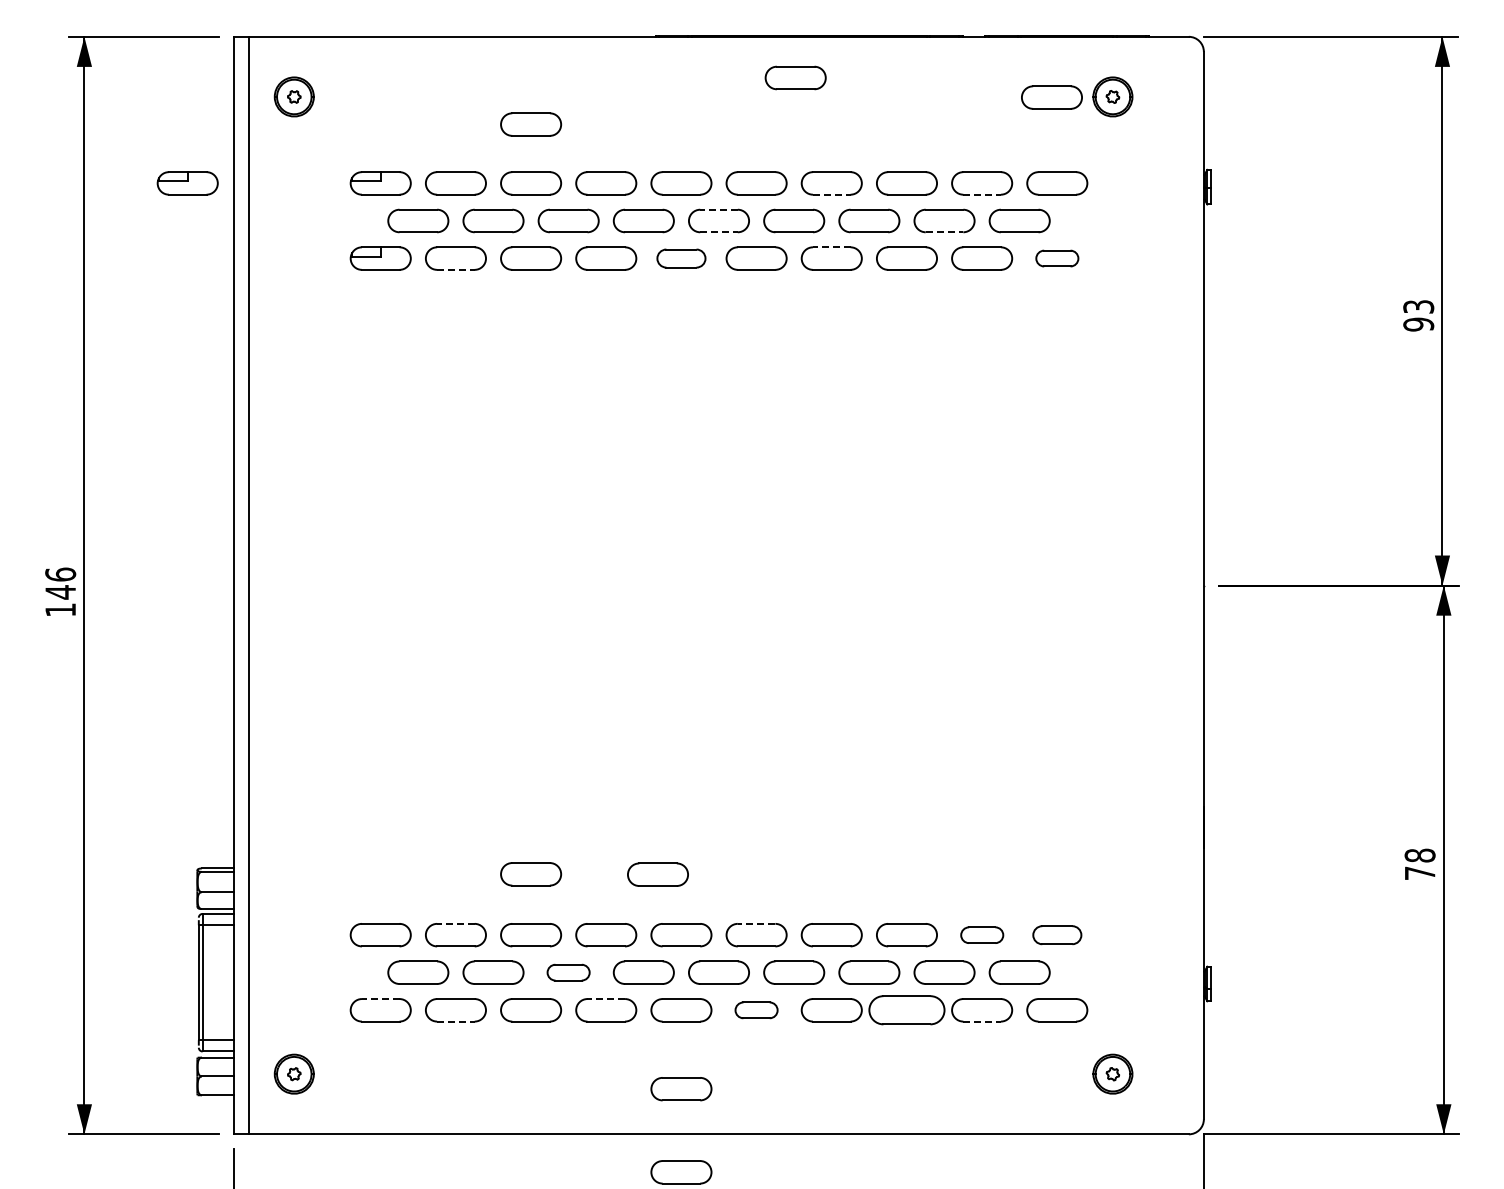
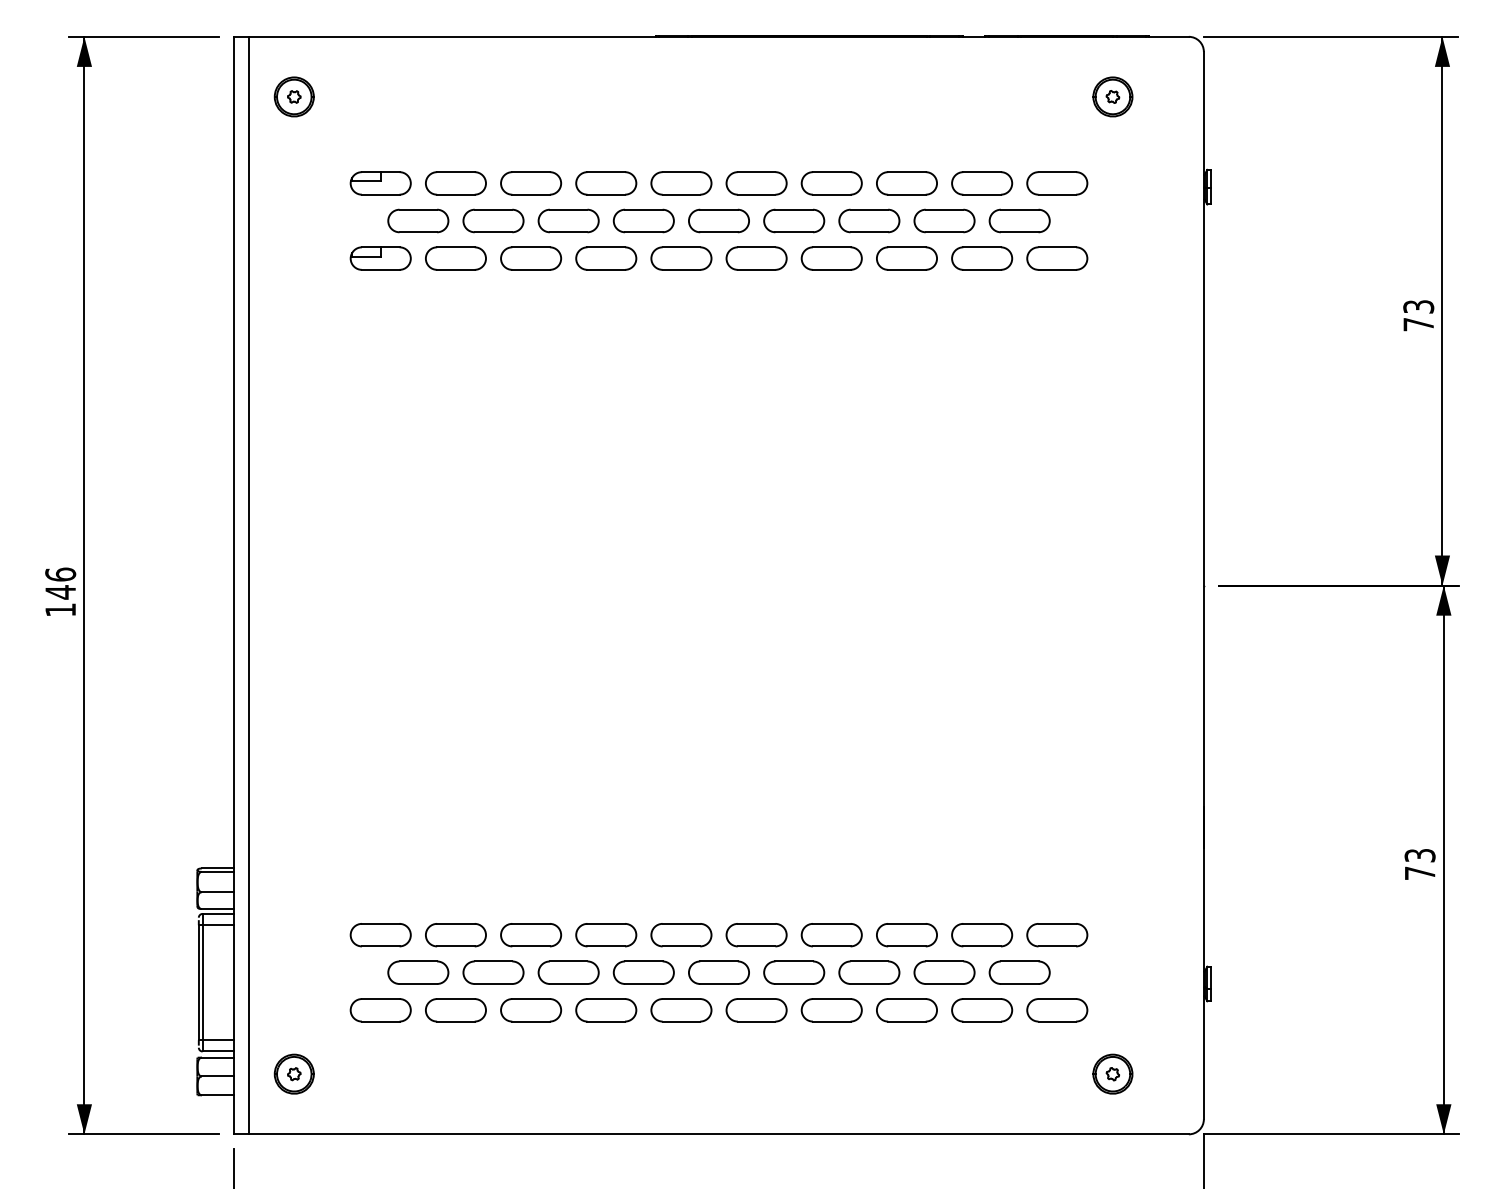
part at (795, 77): present -> none
part at (1051, 97): present -> none
part at (531, 124): present -> none
part at (187, 183): present -> none
line at (831, 194): dashed -> solid
line at (982, 194): dashed -> solid
line at (719, 209): dashed -> solid
line at (719, 232): dashed -> solid
line at (944, 232): dashed -> solid
line at (831, 247): dashed -> solid
part at (681, 258) size: 51x21 px -> 63x25 px
part at (1057, 258) size: 45x19 px -> 63x25 px
line at (455, 269): dashed -> solid
text at (1418, 324): 93 -> 73
text at (1419, 855): 78 -> 73
part at (531, 874): present -> none
part at (657, 874): present -> none
line at (455, 923): dashed -> solid
line at (756, 923): dashed -> solid
part at (982, 934) size: 45x18 px -> 63x25 px
part at (1057, 935) size: 51x21 px -> 63x25 px
part at (568, 972) size: 45x19 px -> 63x25 px
line at (380, 999): dashed -> solid
line at (606, 999): dashed -> solid
part at (756, 1010) size: 45x19 px -> 63x25 px
part at (906, 1010) size: 78x31 px -> 62x25 px
line at (455, 1021): dashed -> solid
line at (982, 1021): dashed -> solid
part at (681, 1089): present -> none
part at (681, 1172): present -> none
